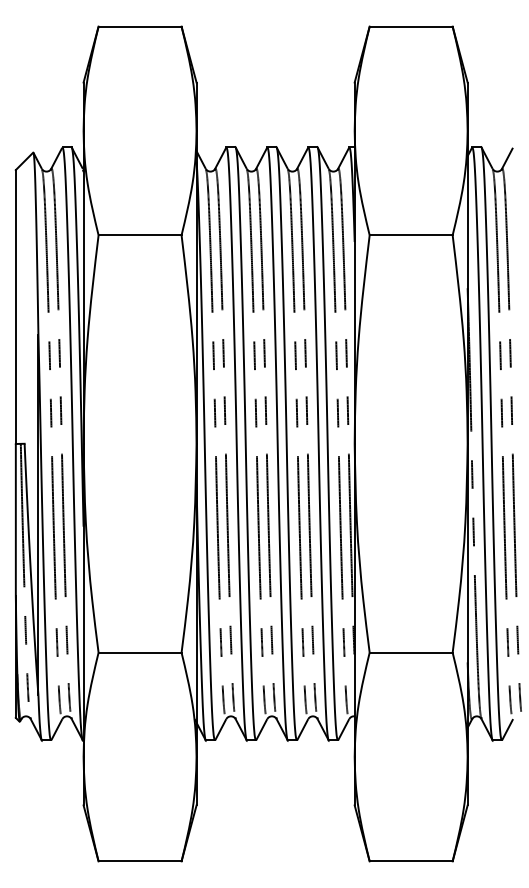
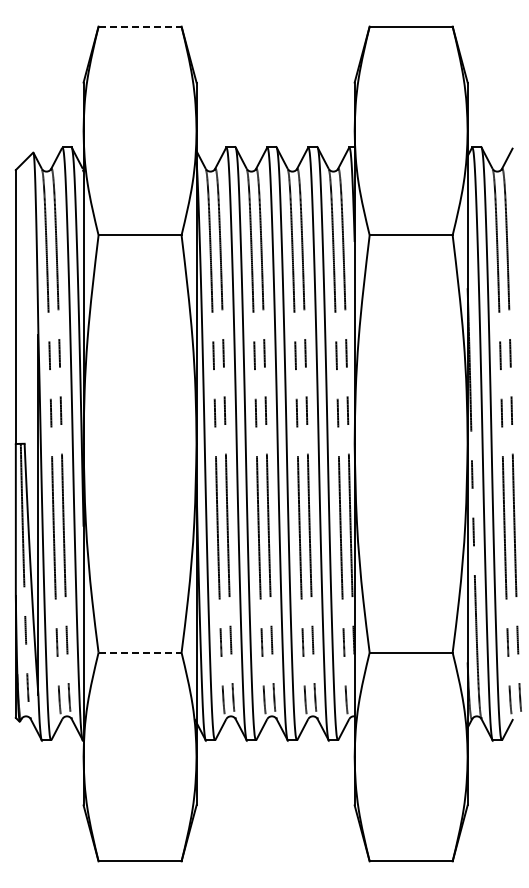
line at (140, 26): solid -> dashed
line at (140, 652): solid -> dashed
